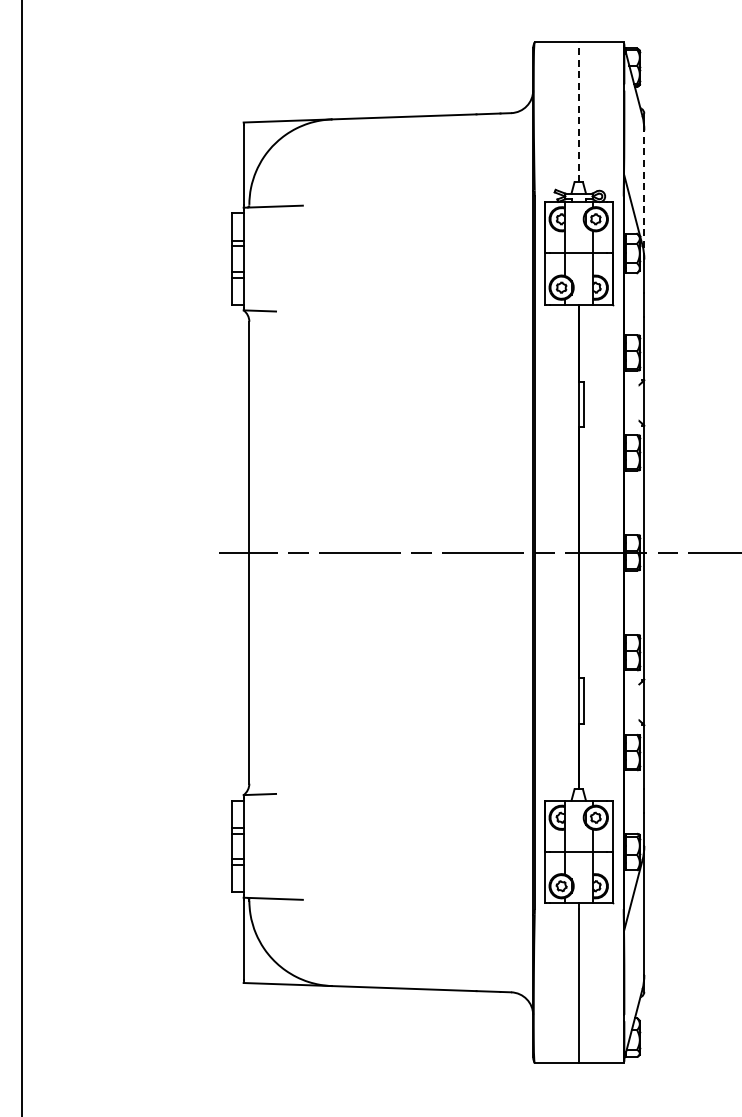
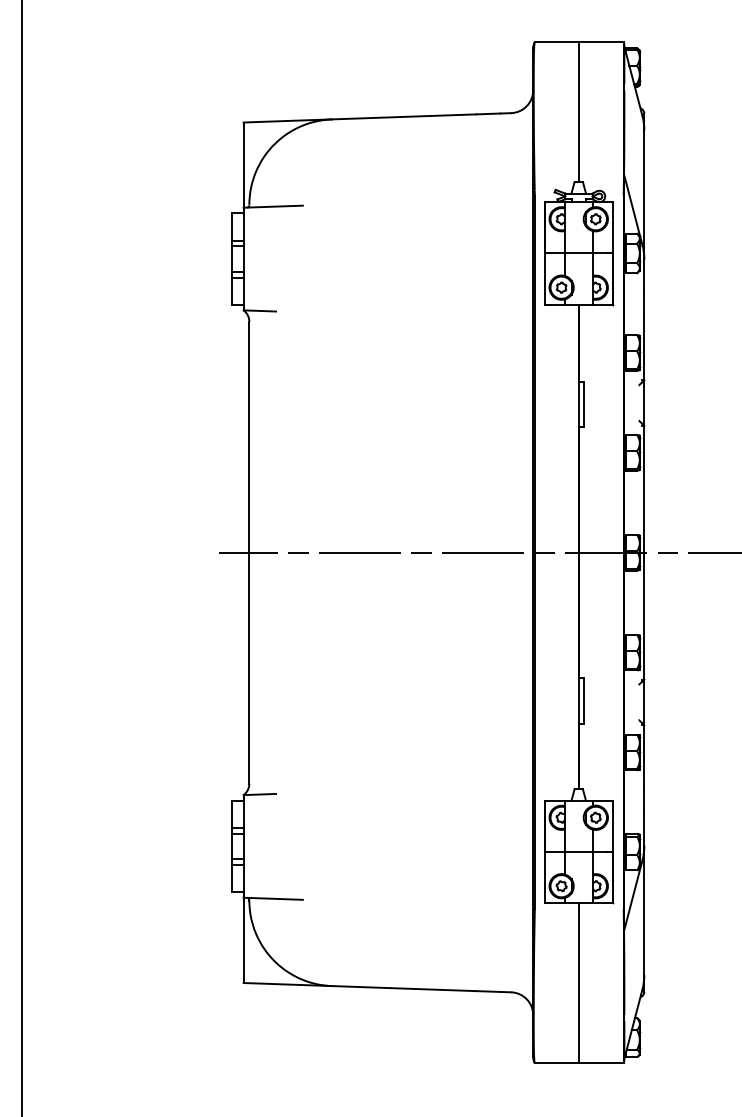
line at (578, 112): dashed -> solid
line at (644, 195): dashed -> solid
